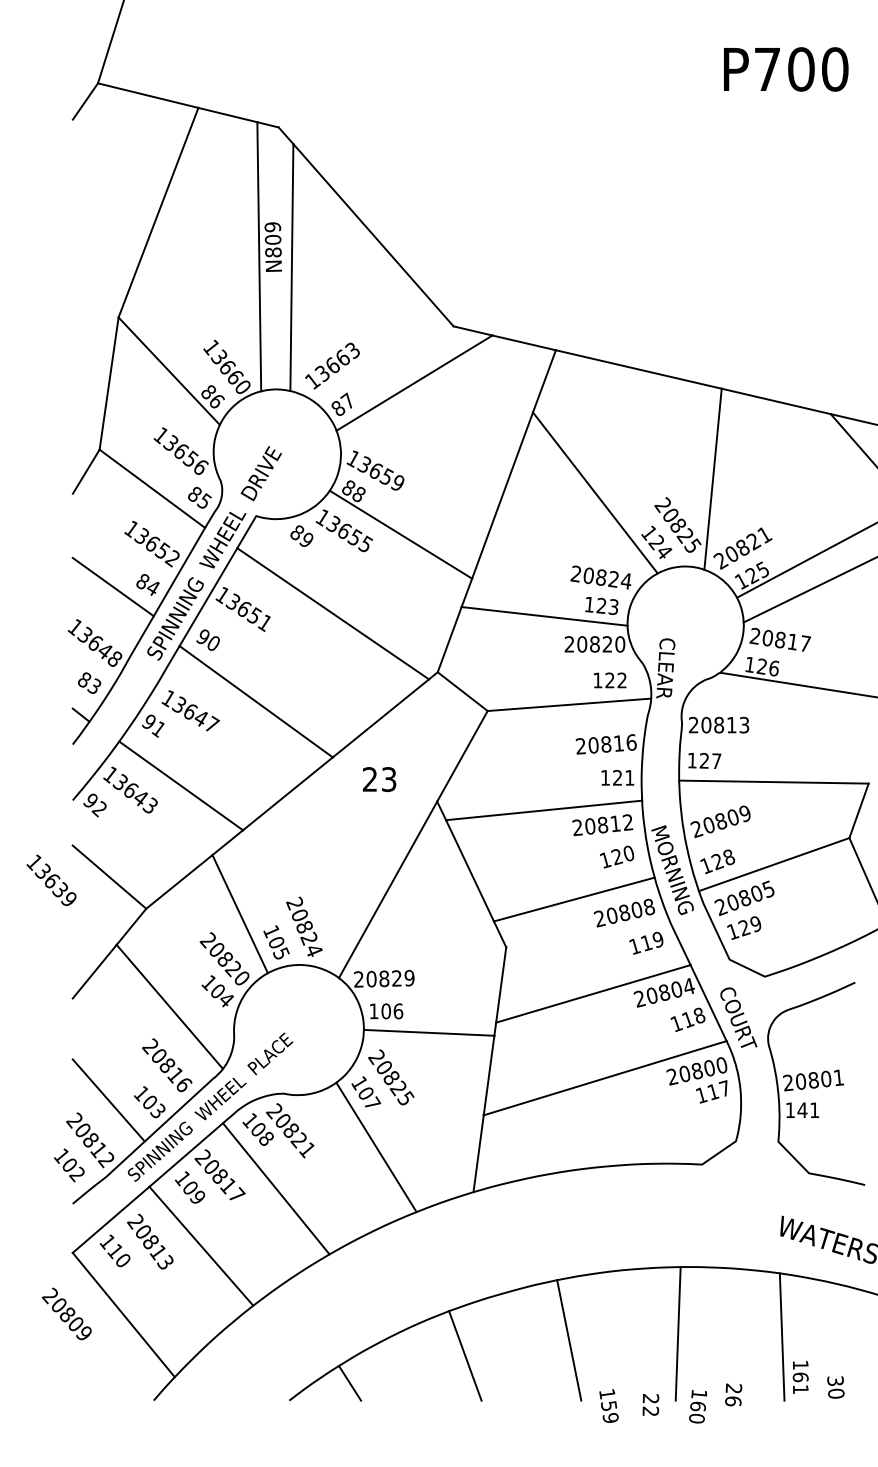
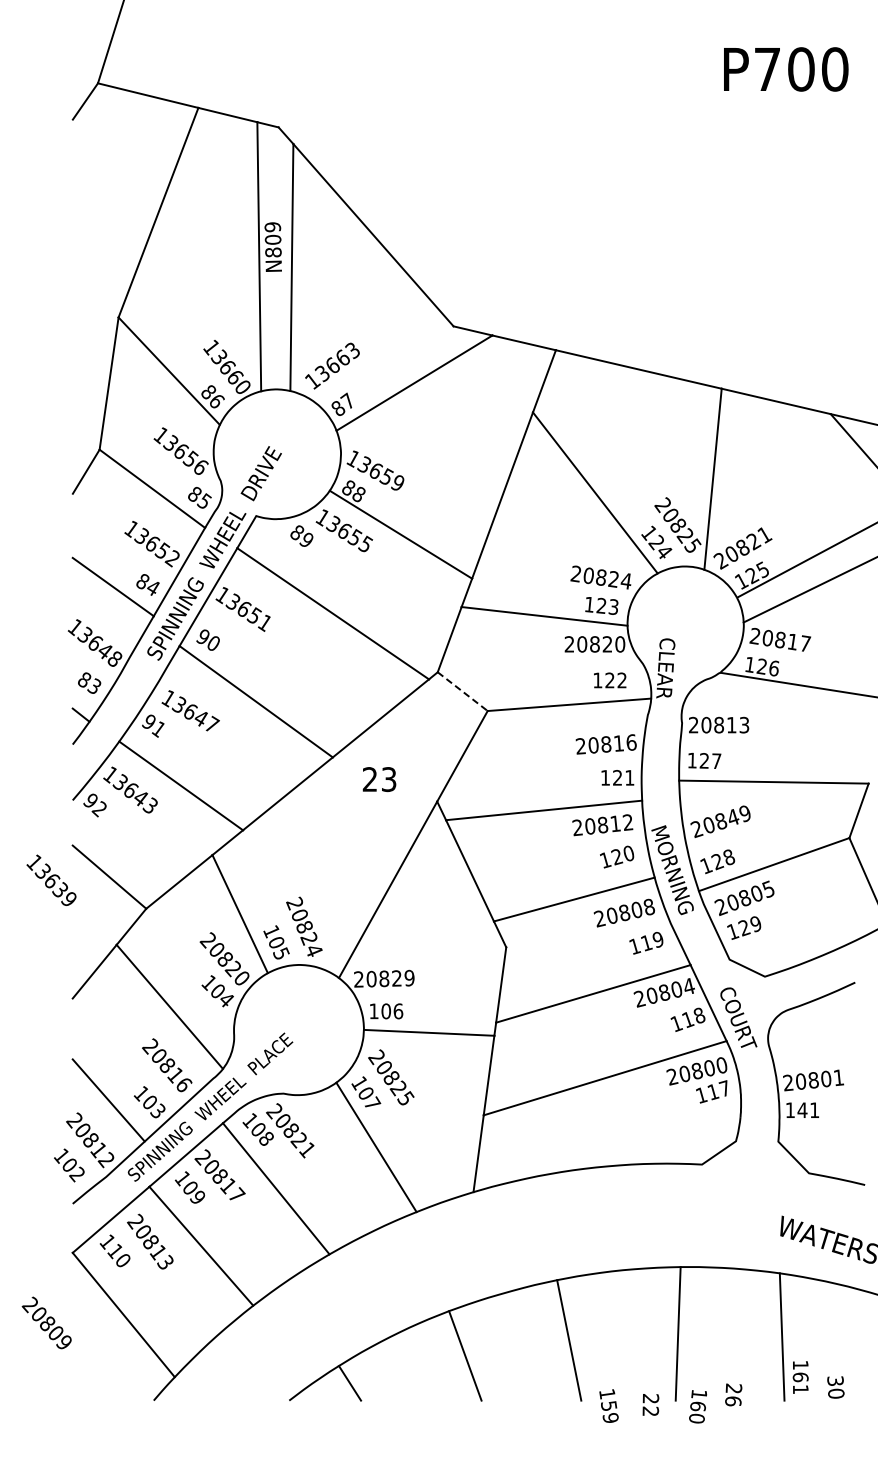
line at (462, 691): solid -> dashed
text at (733, 817): 20809 -> 20849
text at (66, 1313) position: (66, 1313) -> (46, 1322)
